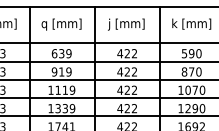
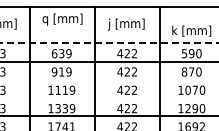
text at (191, 23) position: (191, 23) -> (191, 30)
text at (61, 24) position: (61, 24) -> (62, 19)
line at (109, 43): solid -> dashed
line at (108, 79): present -> none
line at (108, 98): present -> none
